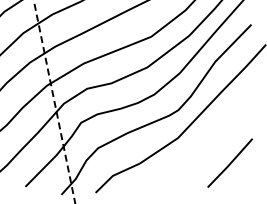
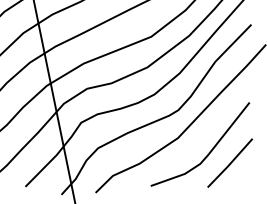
line at (54, 102): dashed -> solid
line at (209, 151): none -> present
